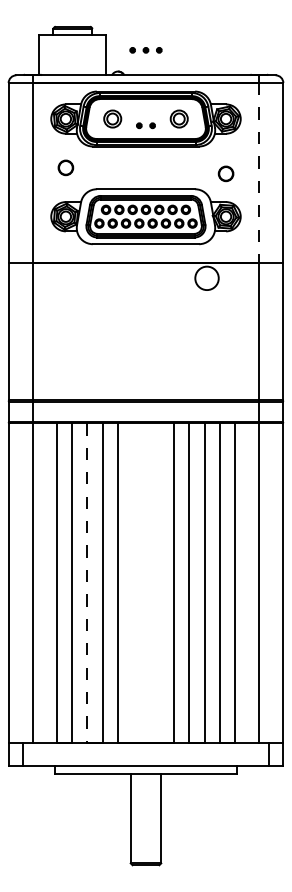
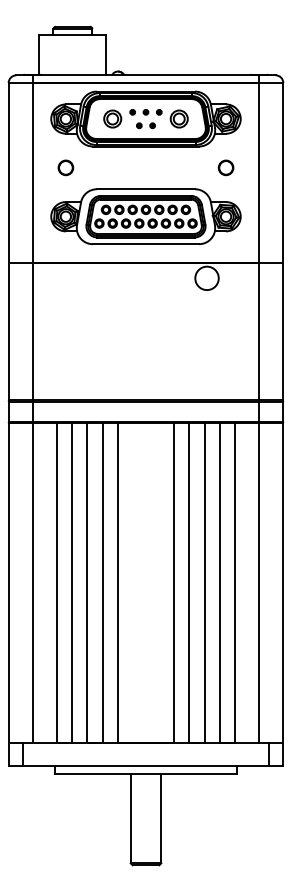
part at (145, 50) position: (145, 50) -> (145, 112)
part at (225, 173) position: (225, 173) -> (225, 167)
line at (259, 173): dashed -> solid
line at (87, 583): dashed -> solid
